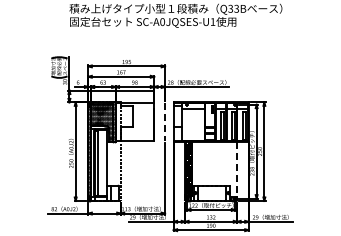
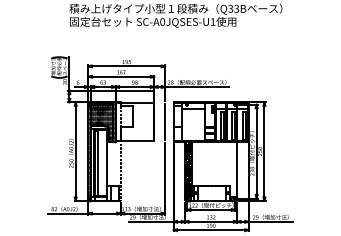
line at (165, 122): dashed -> solid
line at (237, 169): dashed -> solid
